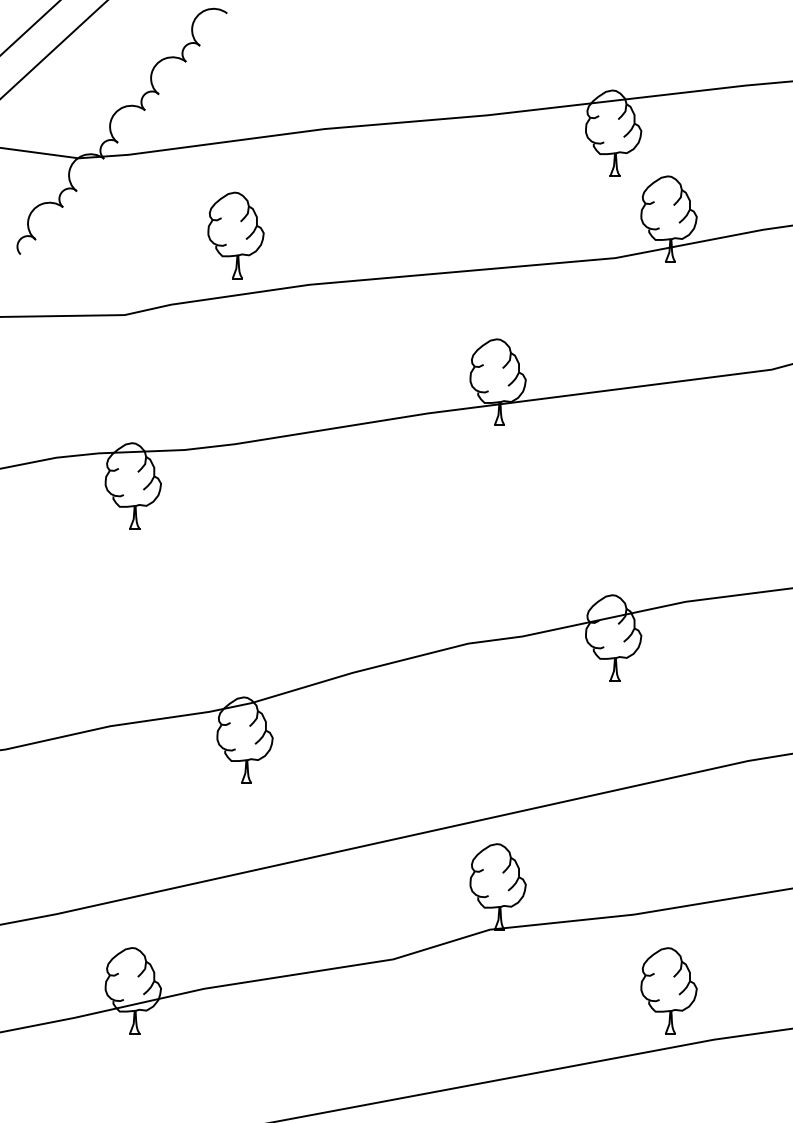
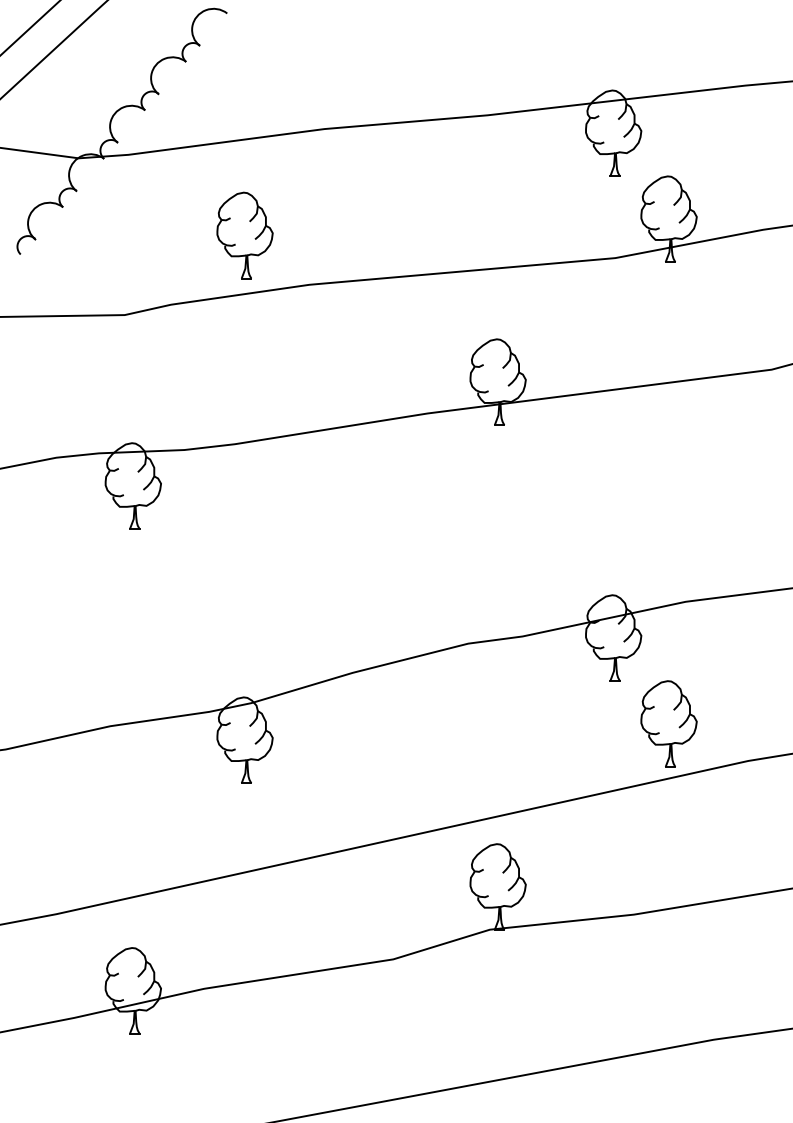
part at (235, 235) position: (235, 235) -> (244, 235)
part at (668, 990) position: (668, 990) -> (668, 723)
